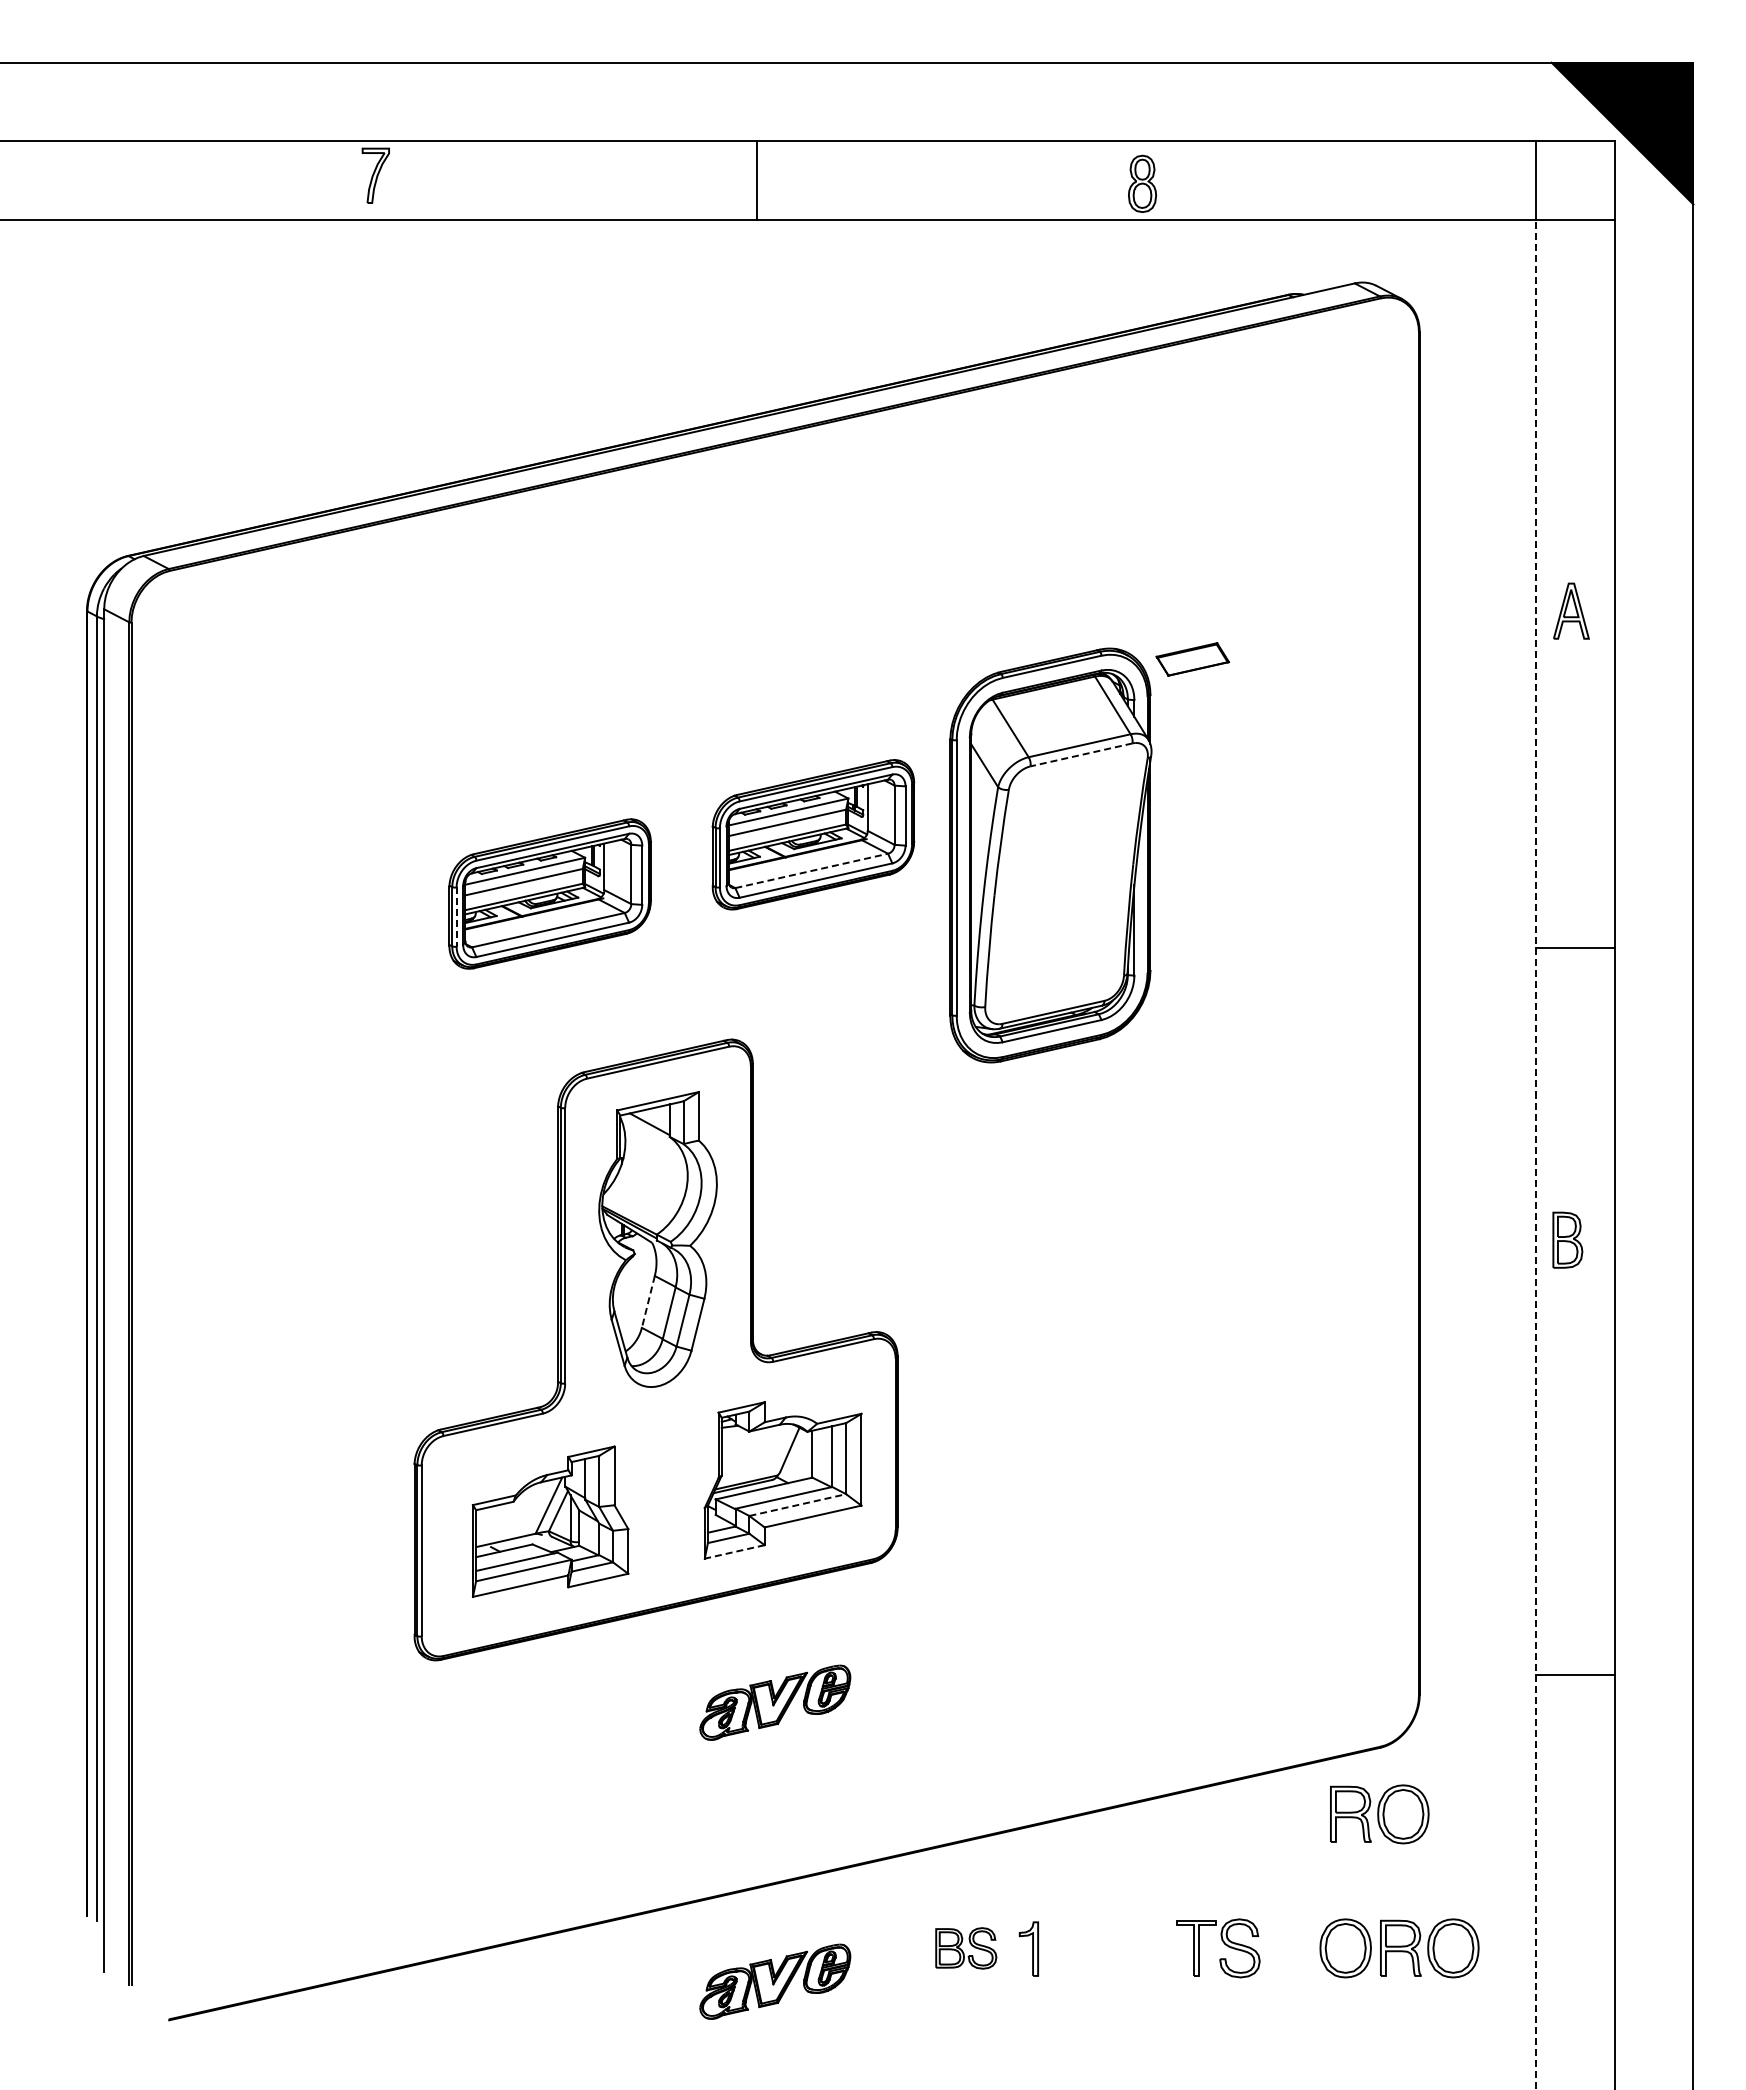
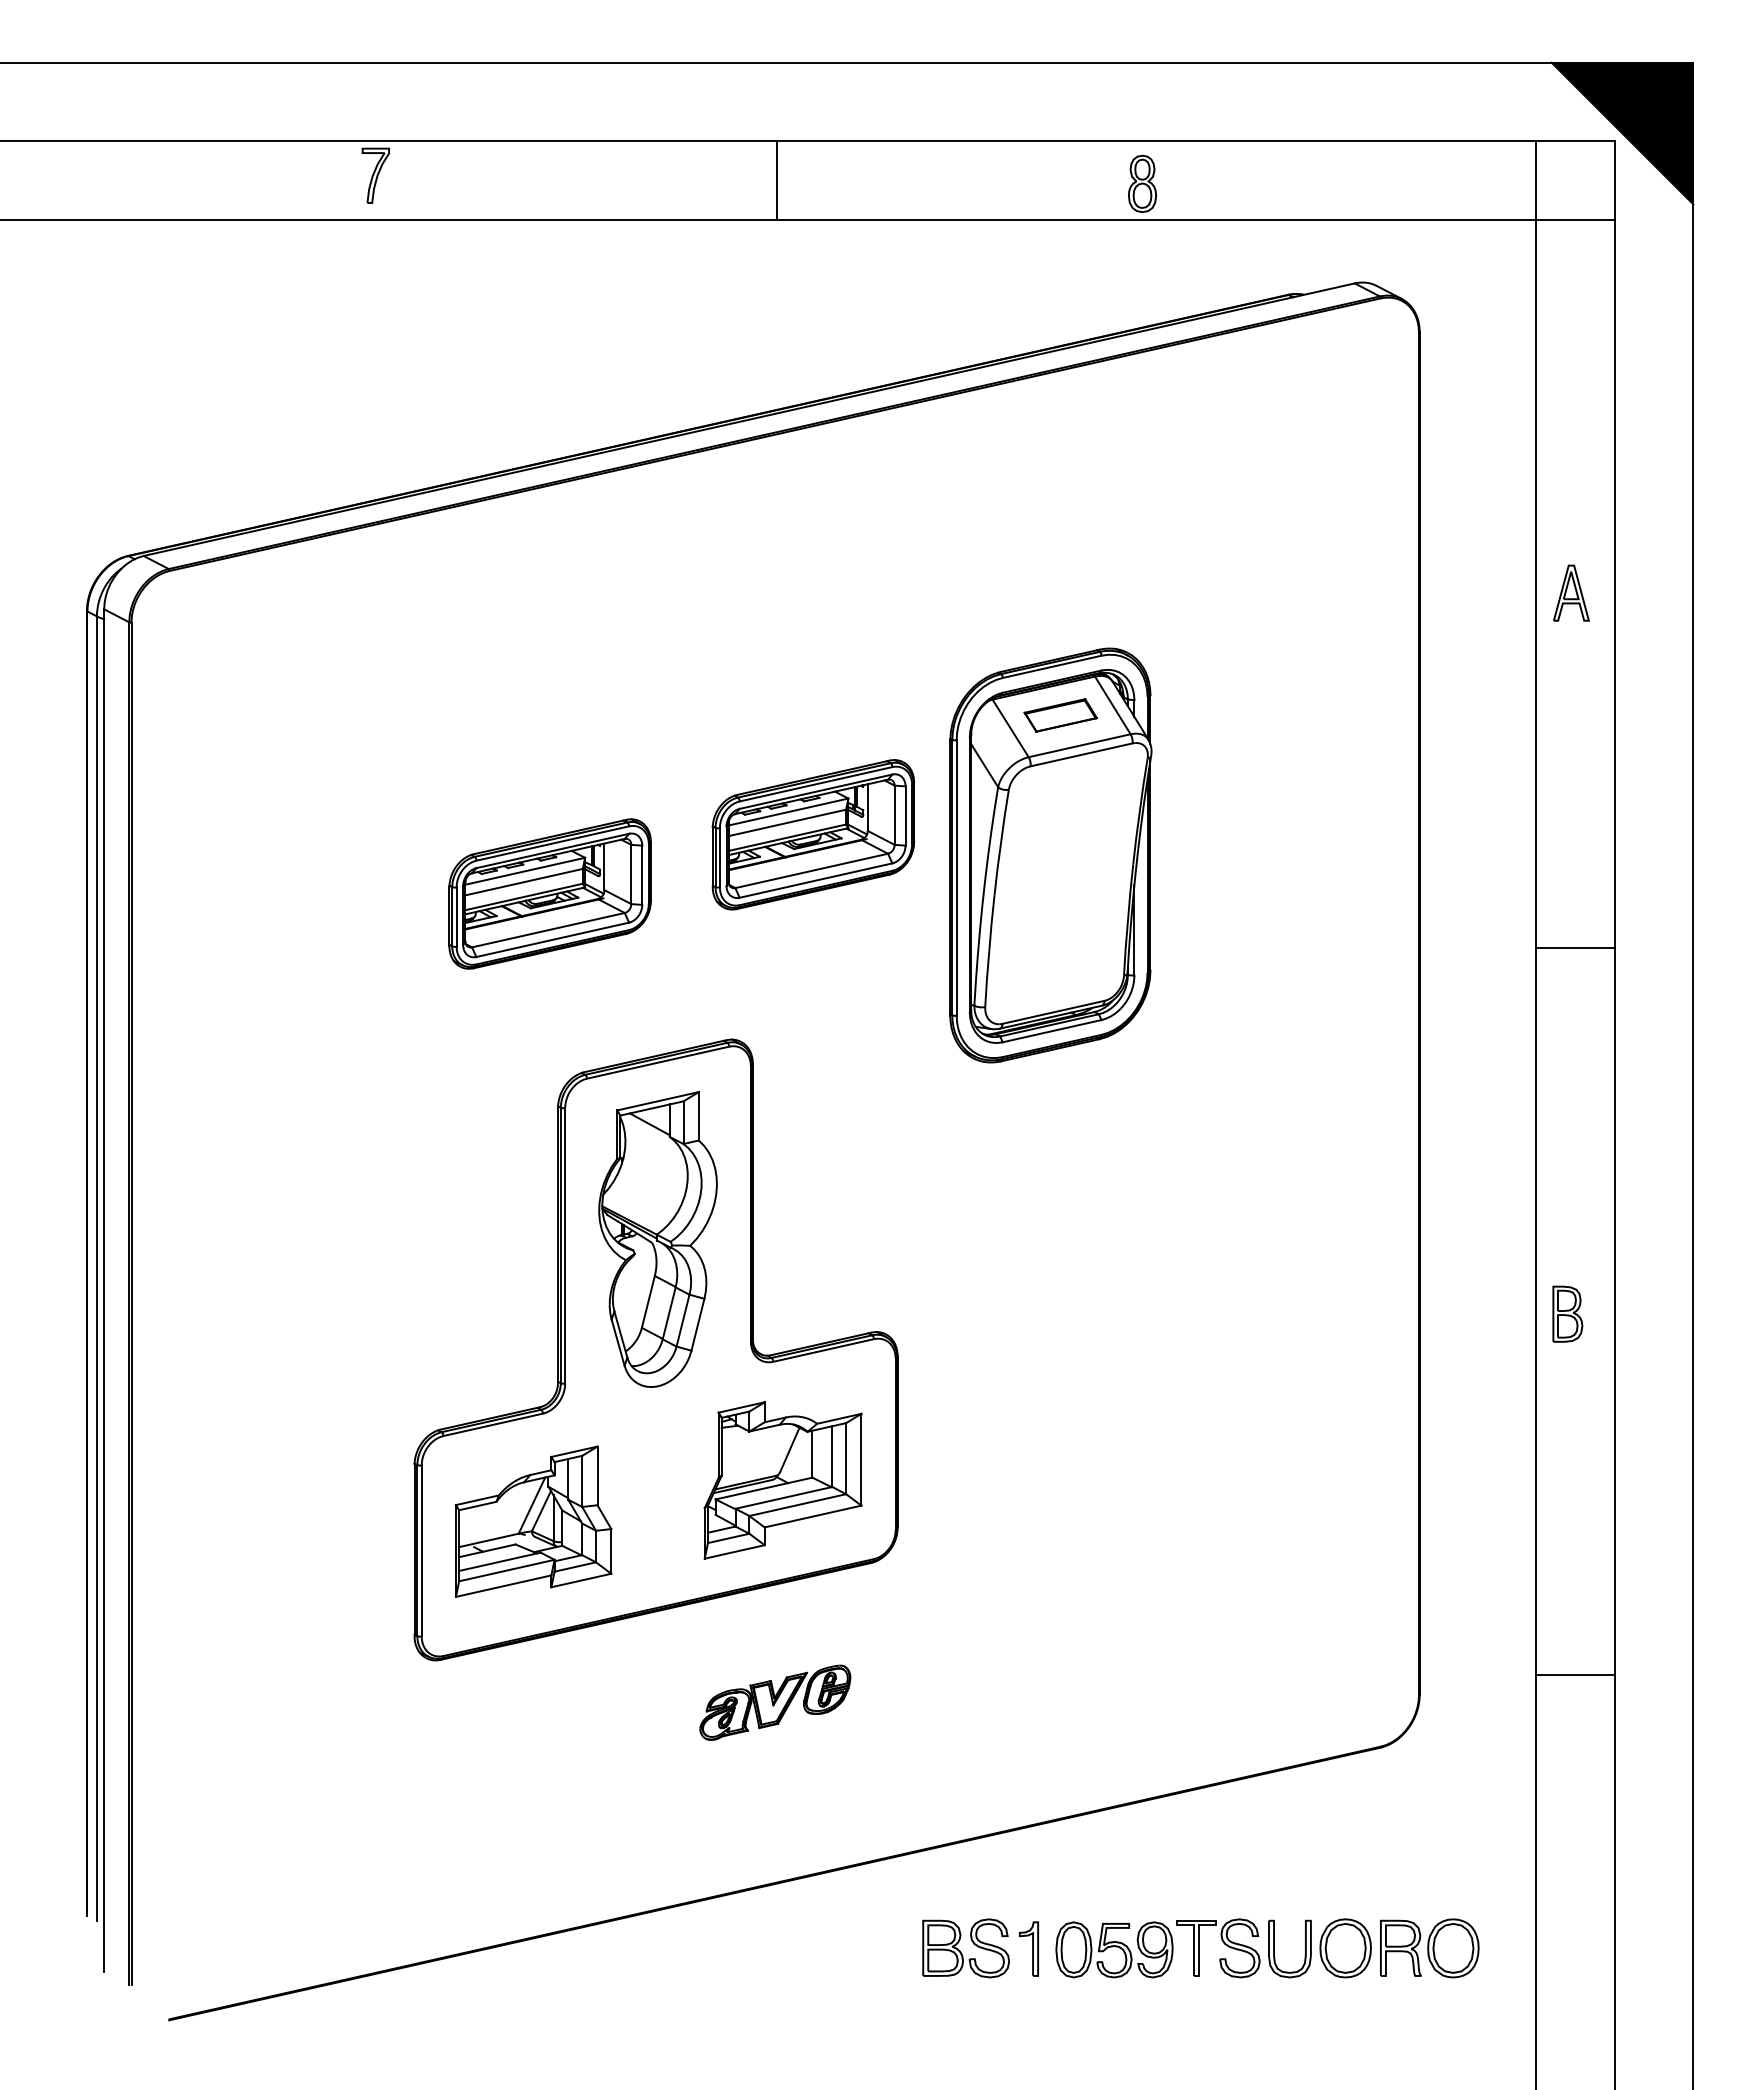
line at (757, 180) position: (757, 180) -> (777, 180)
part at (1571, 610) position: (1571, 610) -> (1571, 592)
part at (1192, 659) position: (1192, 659) -> (1060, 715)
line at (1081, 755): dashed -> solid
line at (812, 870): dashed -> solid
line at (456, 917): dashed -> solid
line at (1535, 1155): dashed -> solid
part at (1567, 1239) position: (1567, 1239) -> (1567, 1313)
line at (648, 1301): dashed -> solid
line at (797, 1505): dashed -> solid
part at (550, 1521) position: (550, 1521) -> (533, 1521)
line at (734, 1551): dashed -> solid
part at (1379, 1814): present -> none
part at (966, 1948) size: 63x43 px -> 89x61 px
part at (1274, 1948): none -> present
part at (1114, 1949): none -> present
part at (775, 1981): present -> none
